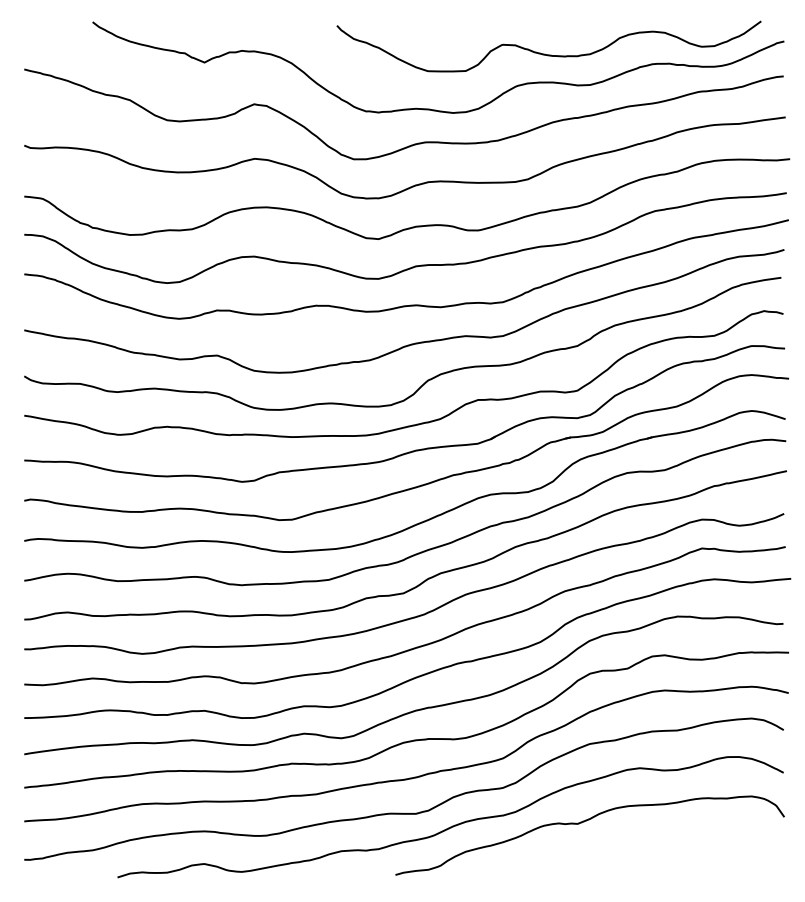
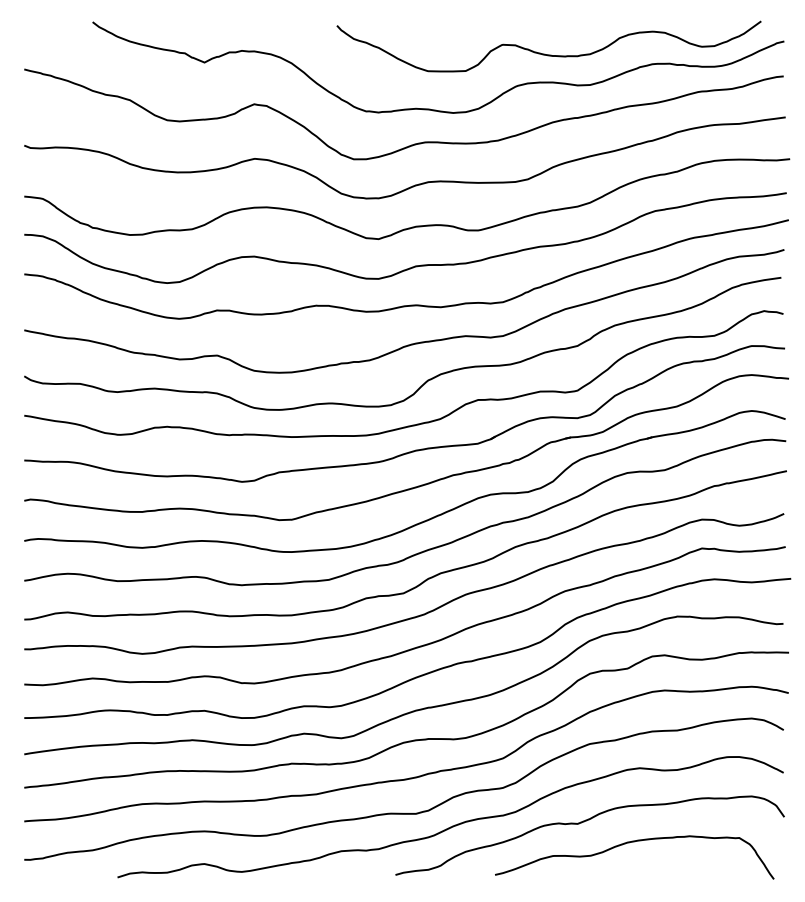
curve at (629, 843): none -> present
